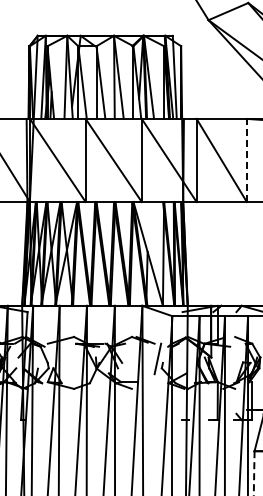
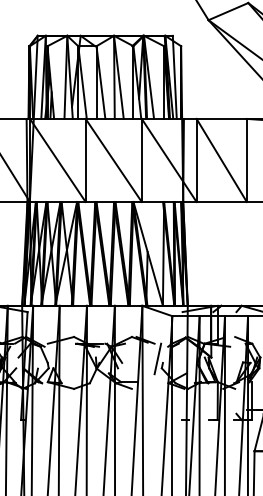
line at (246, 160): dashed -> solid
line at (254, 474): dashed -> solid
